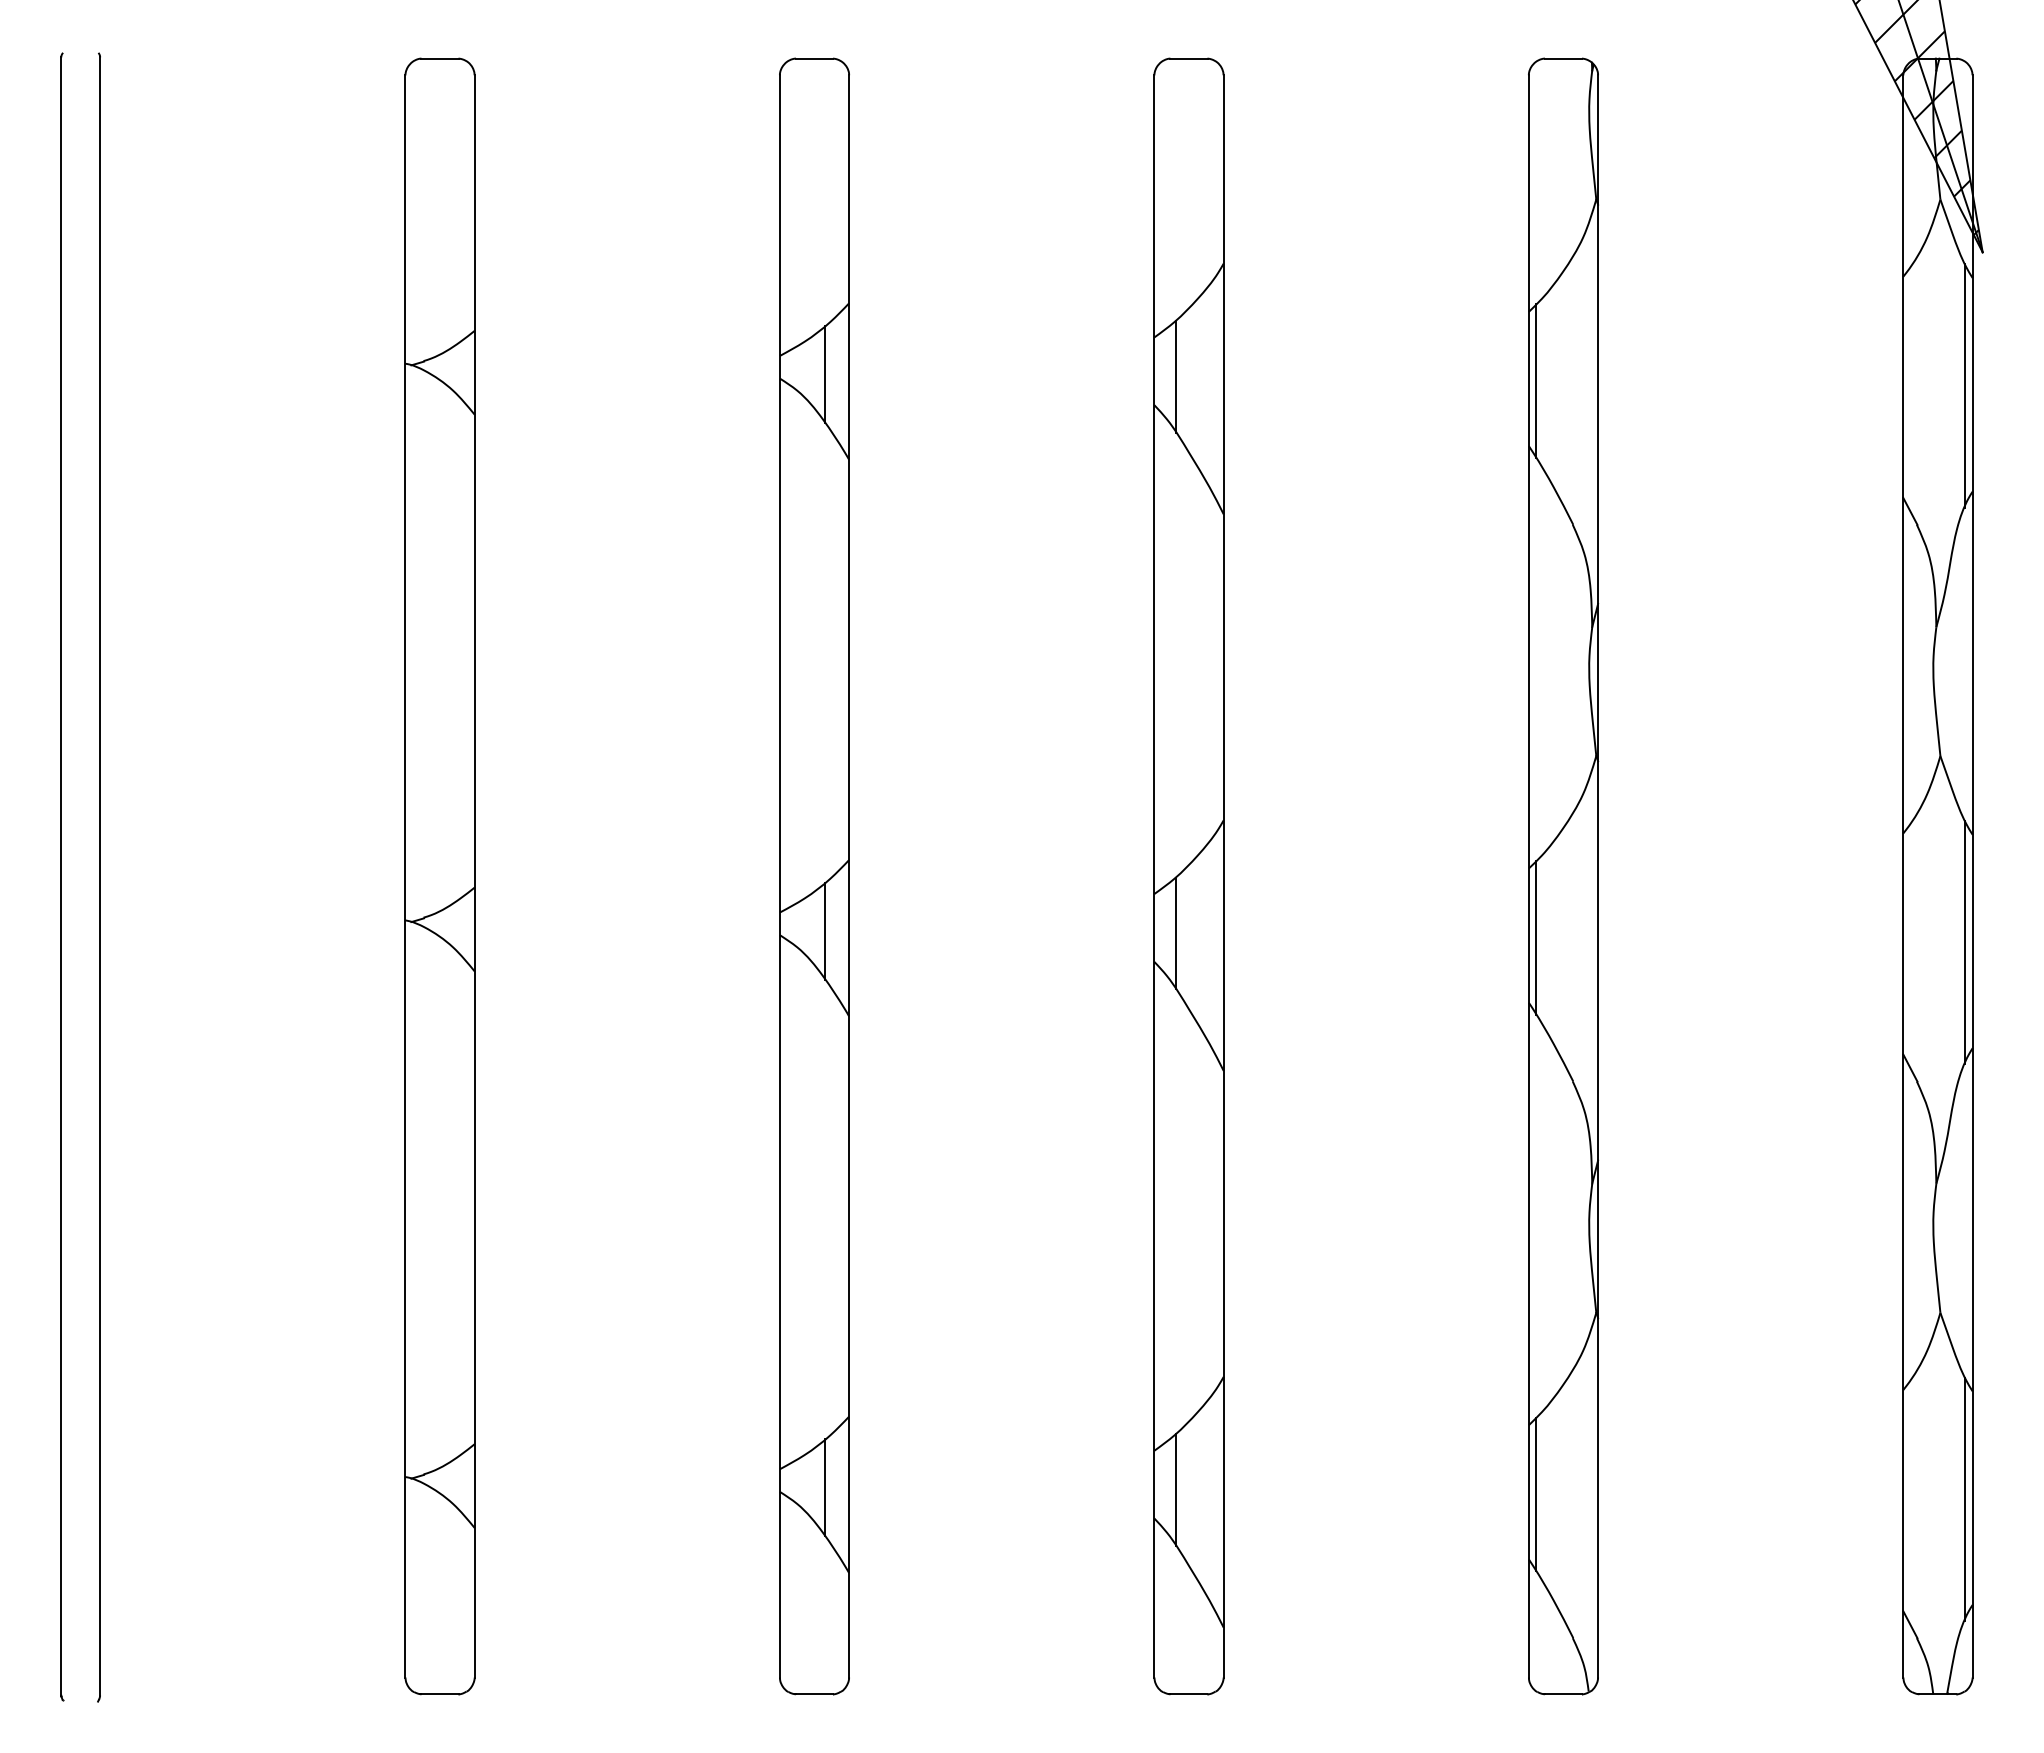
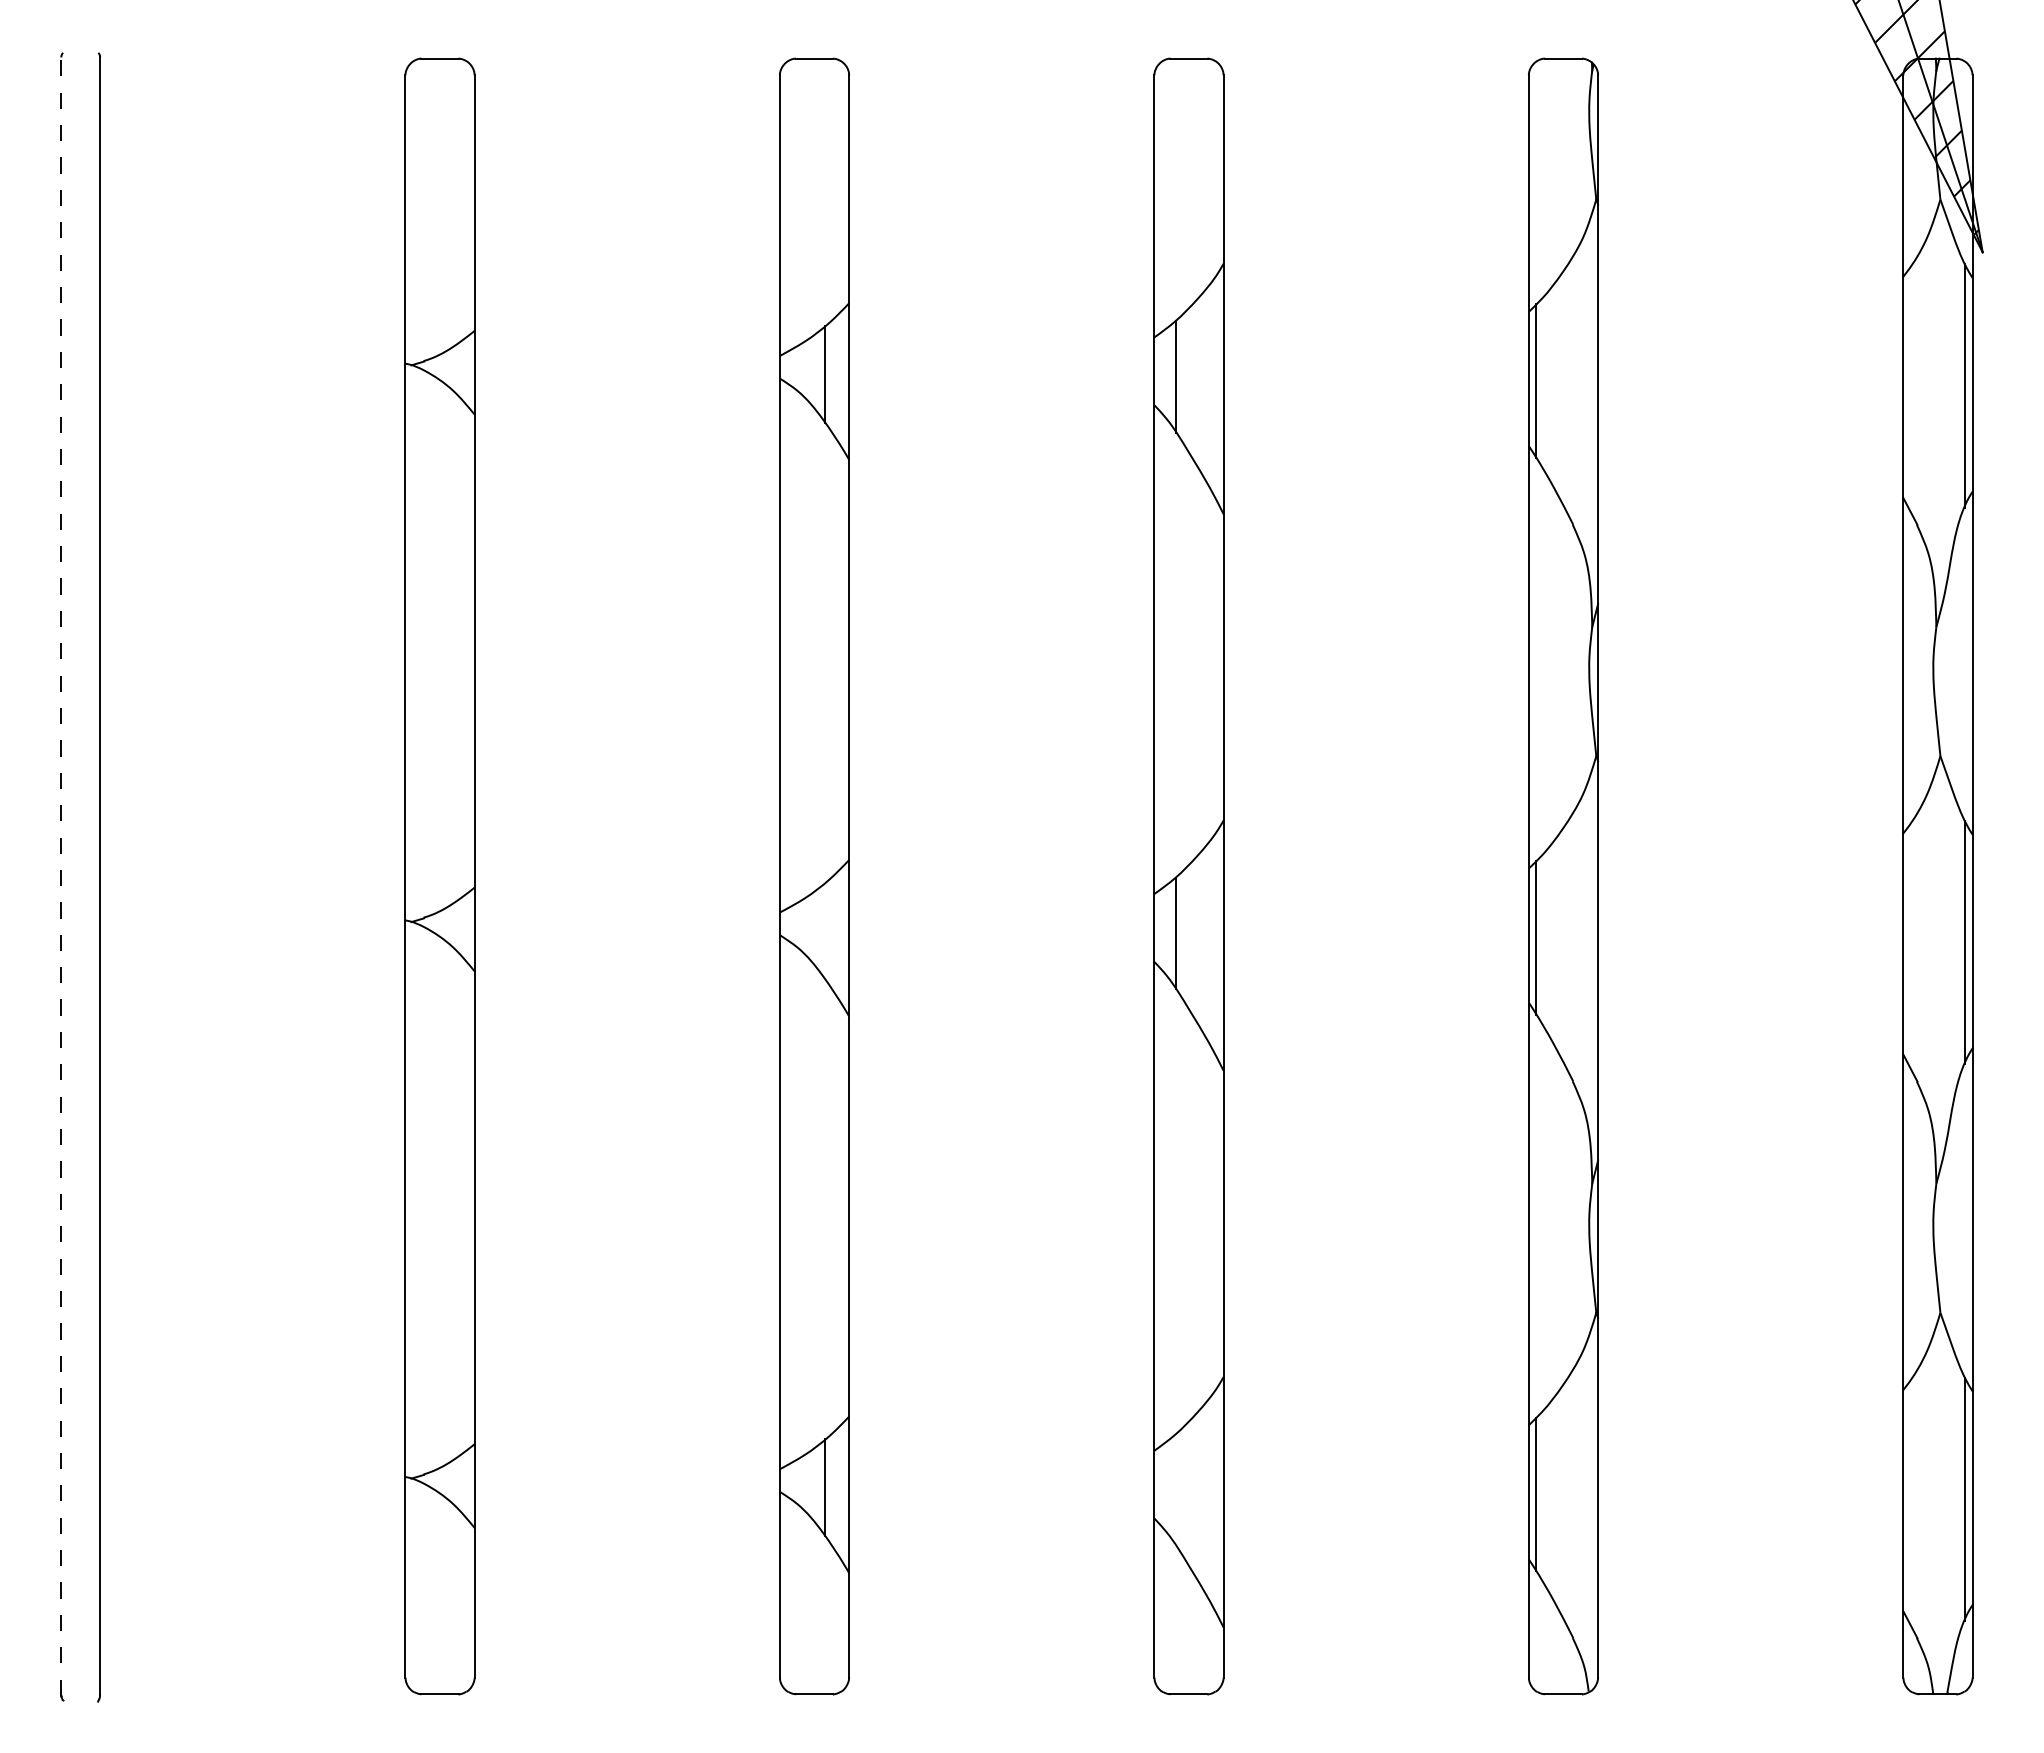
line at (61, 875): solid -> dashed
line at (825, 930): present -> none
line at (1175, 1489): present -> none
